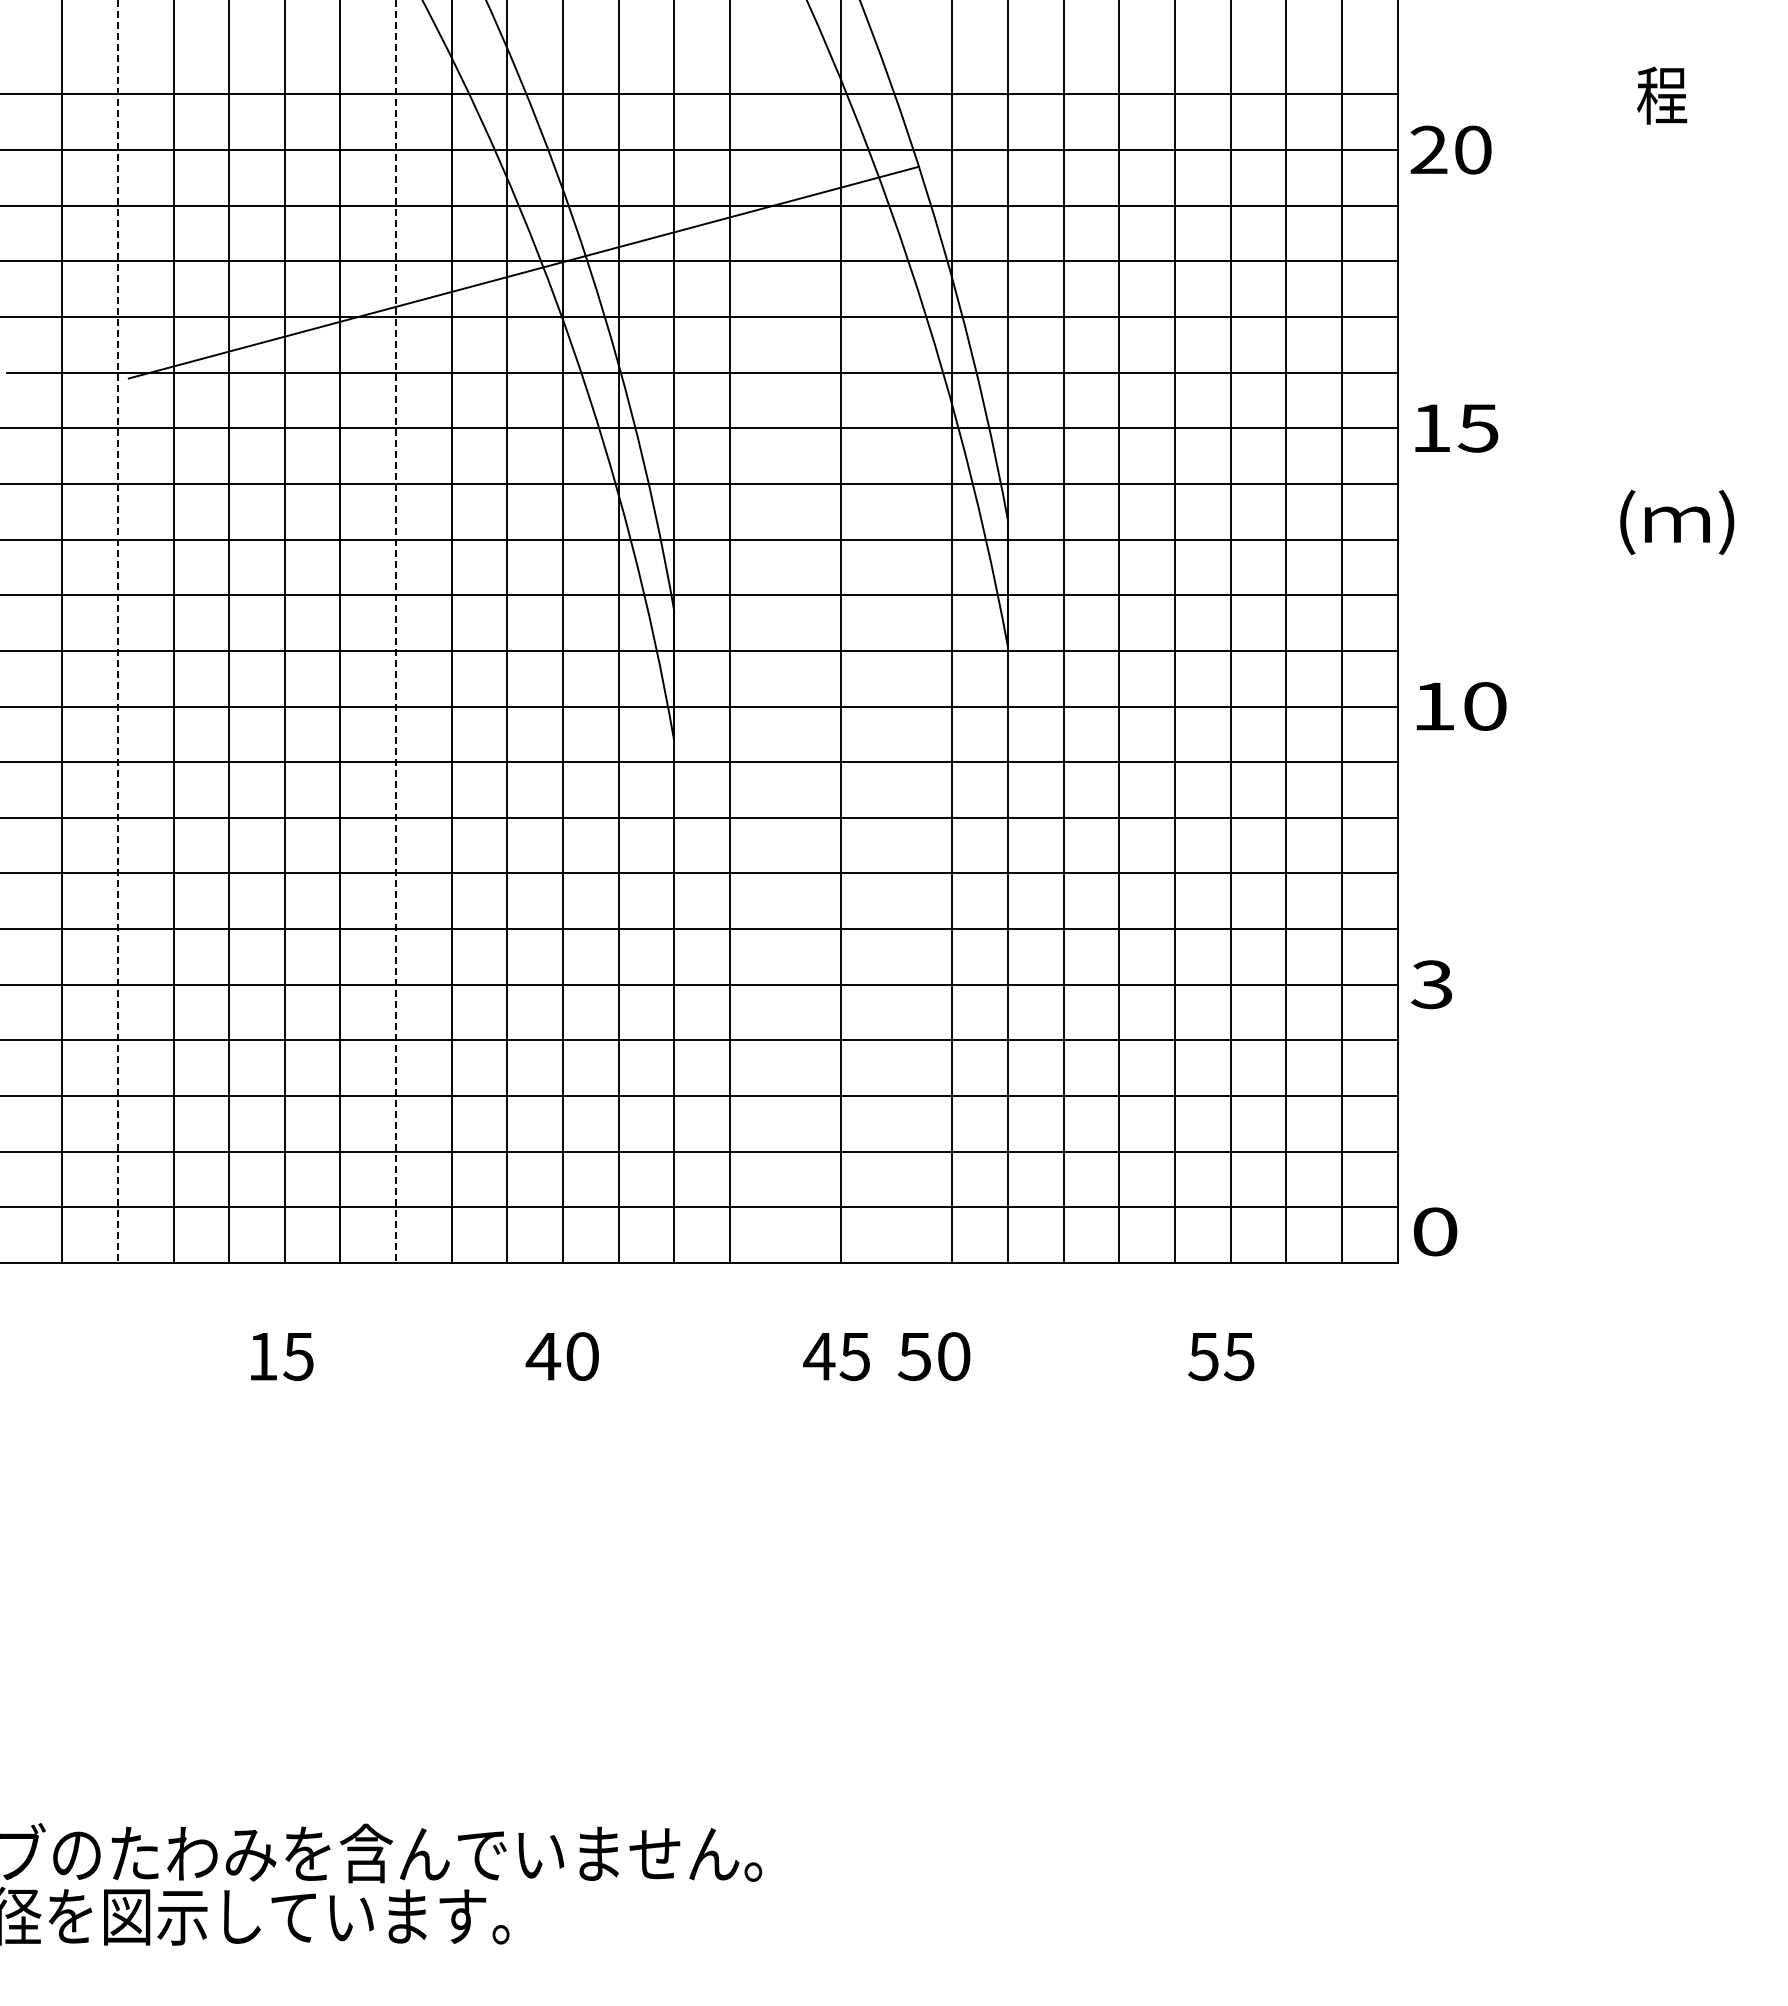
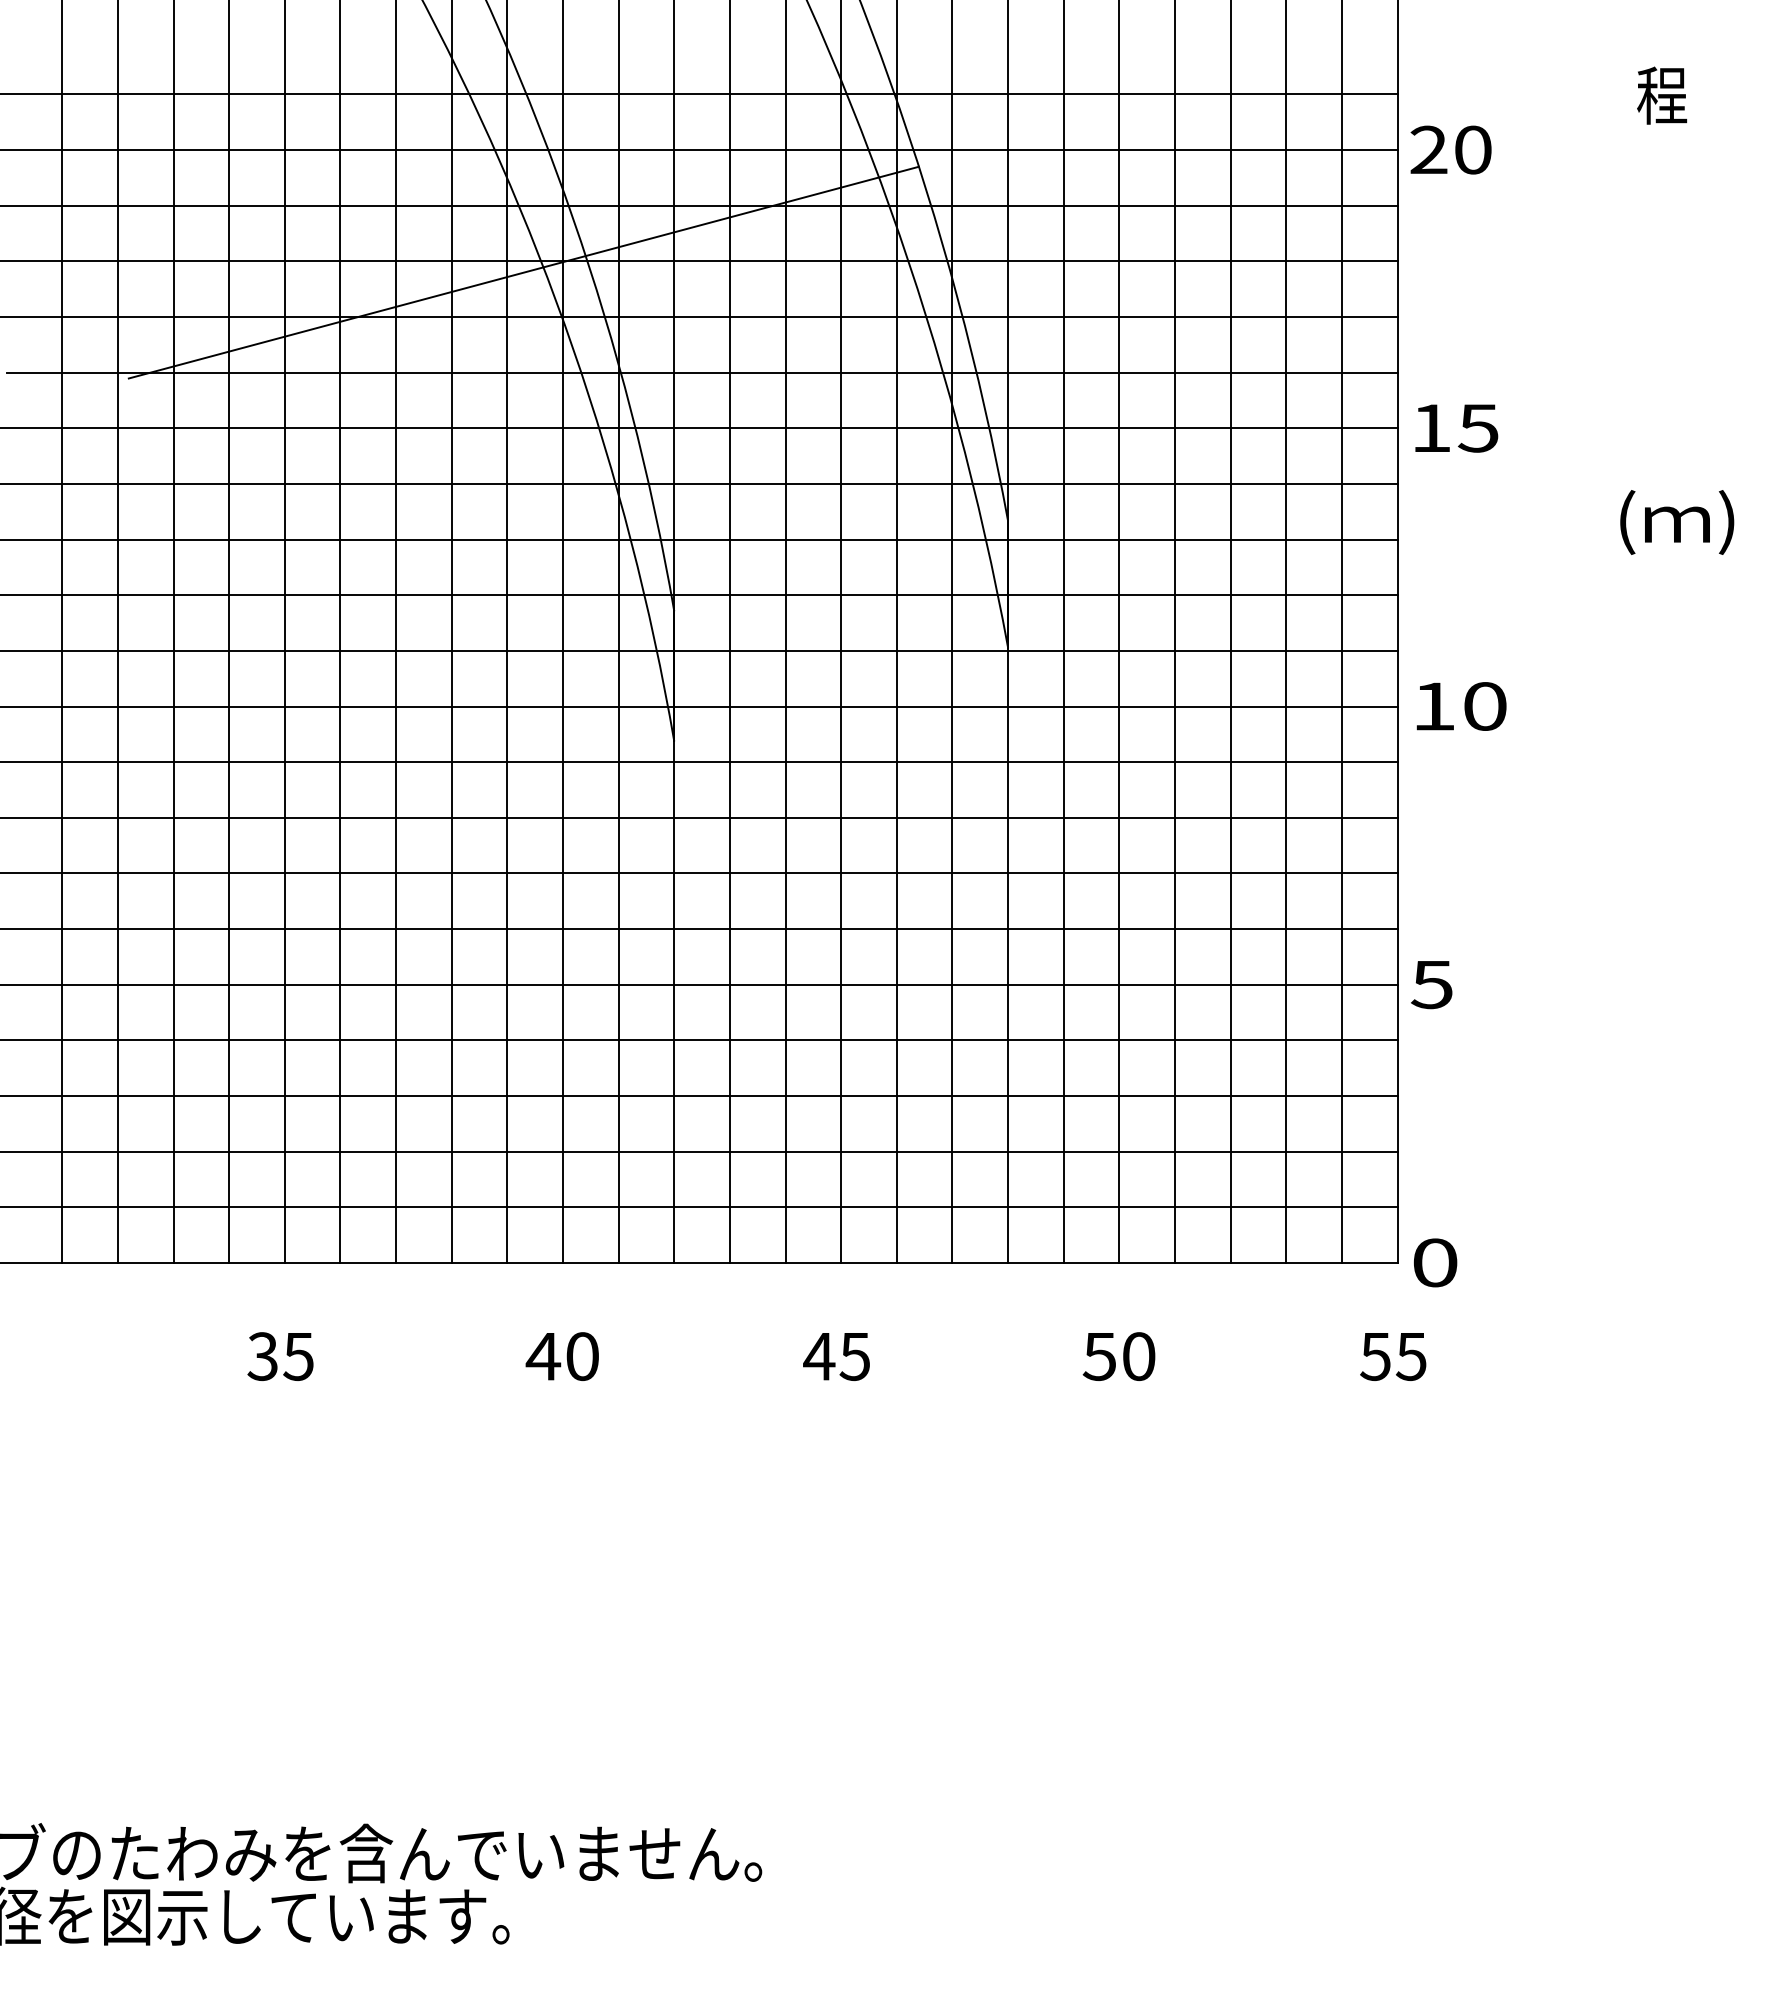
line at (117, 632): dashed -> solid
line at (396, 632): dashed -> solid
line at (785, 632): none -> present
line at (896, 632): none -> present
text at (1431, 984): 3 -> 5
text at (1435, 1231) position: (1435, 1231) -> (1435, 1262)
text at (262, 1356): 15 -> 35
text at (933, 1356) position: (933, 1356) -> (1118, 1356)
text at (1221, 1356) position: (1221, 1356) -> (1393, 1356)
